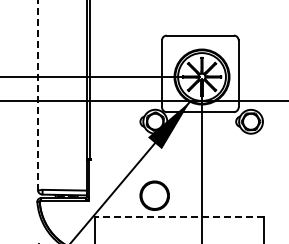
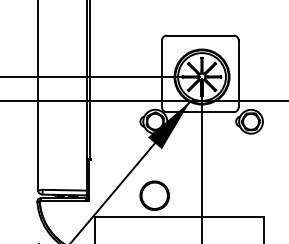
line at (37, 95): dashed -> solid
line at (178, 217): dashed -> solid
